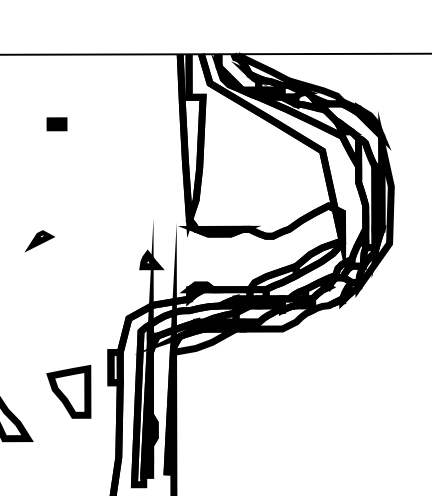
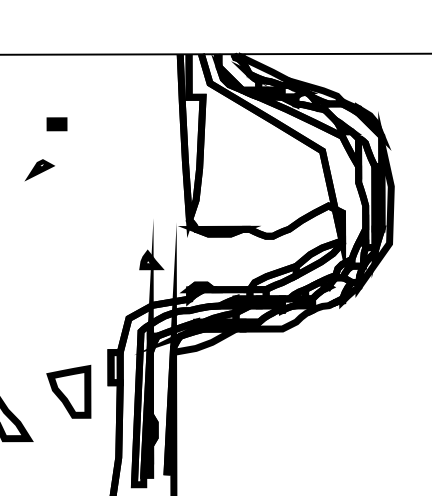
part at (39, 241) position: (39, 241) -> (39, 170)
